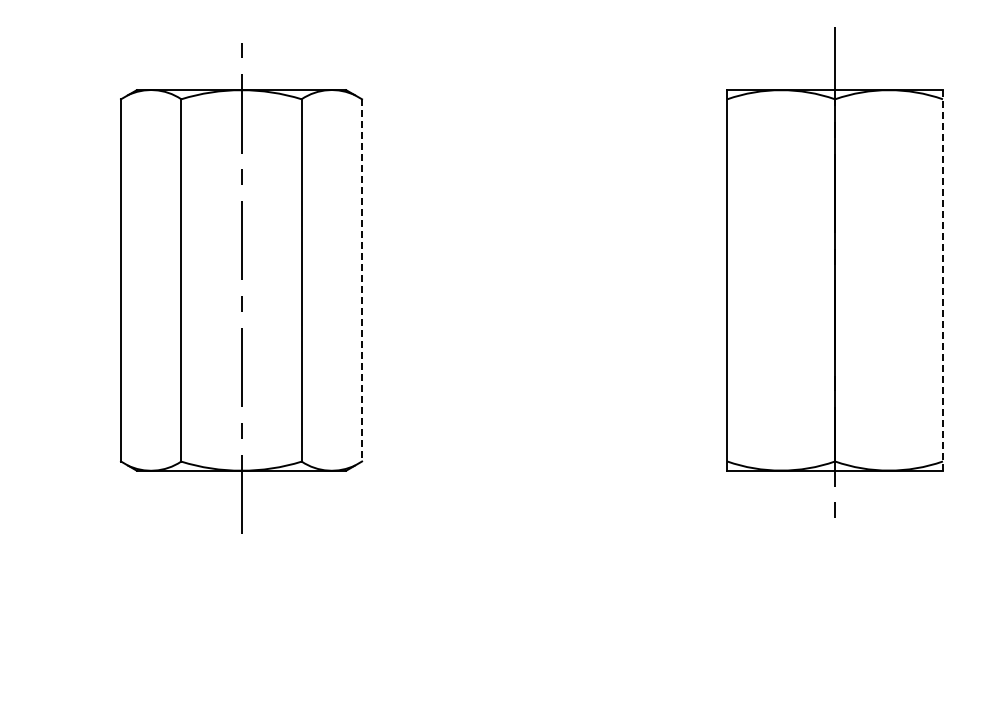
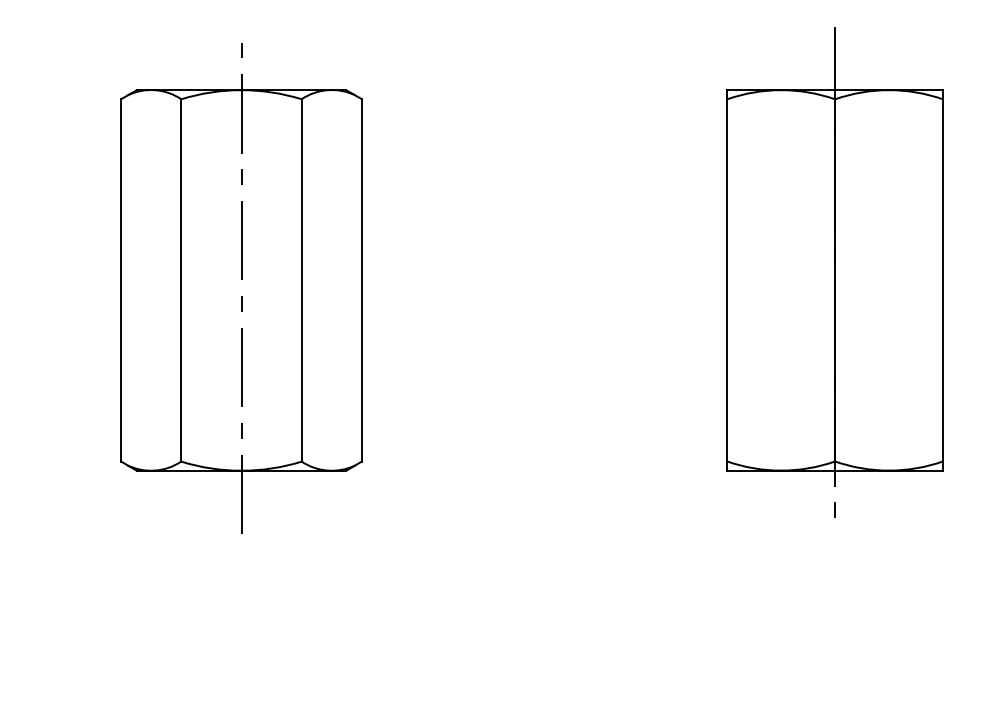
line at (362, 280): dashed -> solid
line at (942, 280): dashed -> solid
